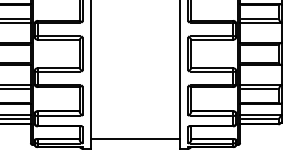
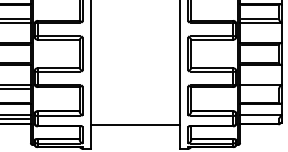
line at (259, 88): present -> none
line at (259, 119): present -> none
line at (135, 139) position: (135, 139) -> (135, 125)
